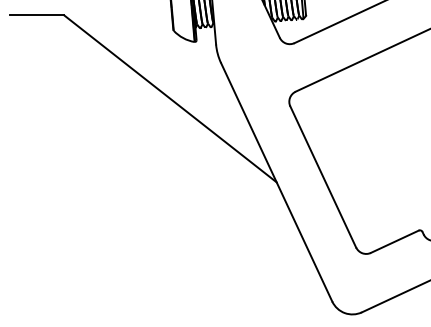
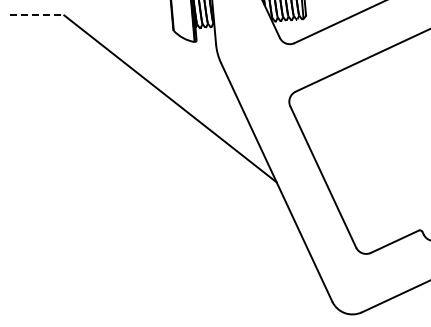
line at (37, 15): solid -> dashed
